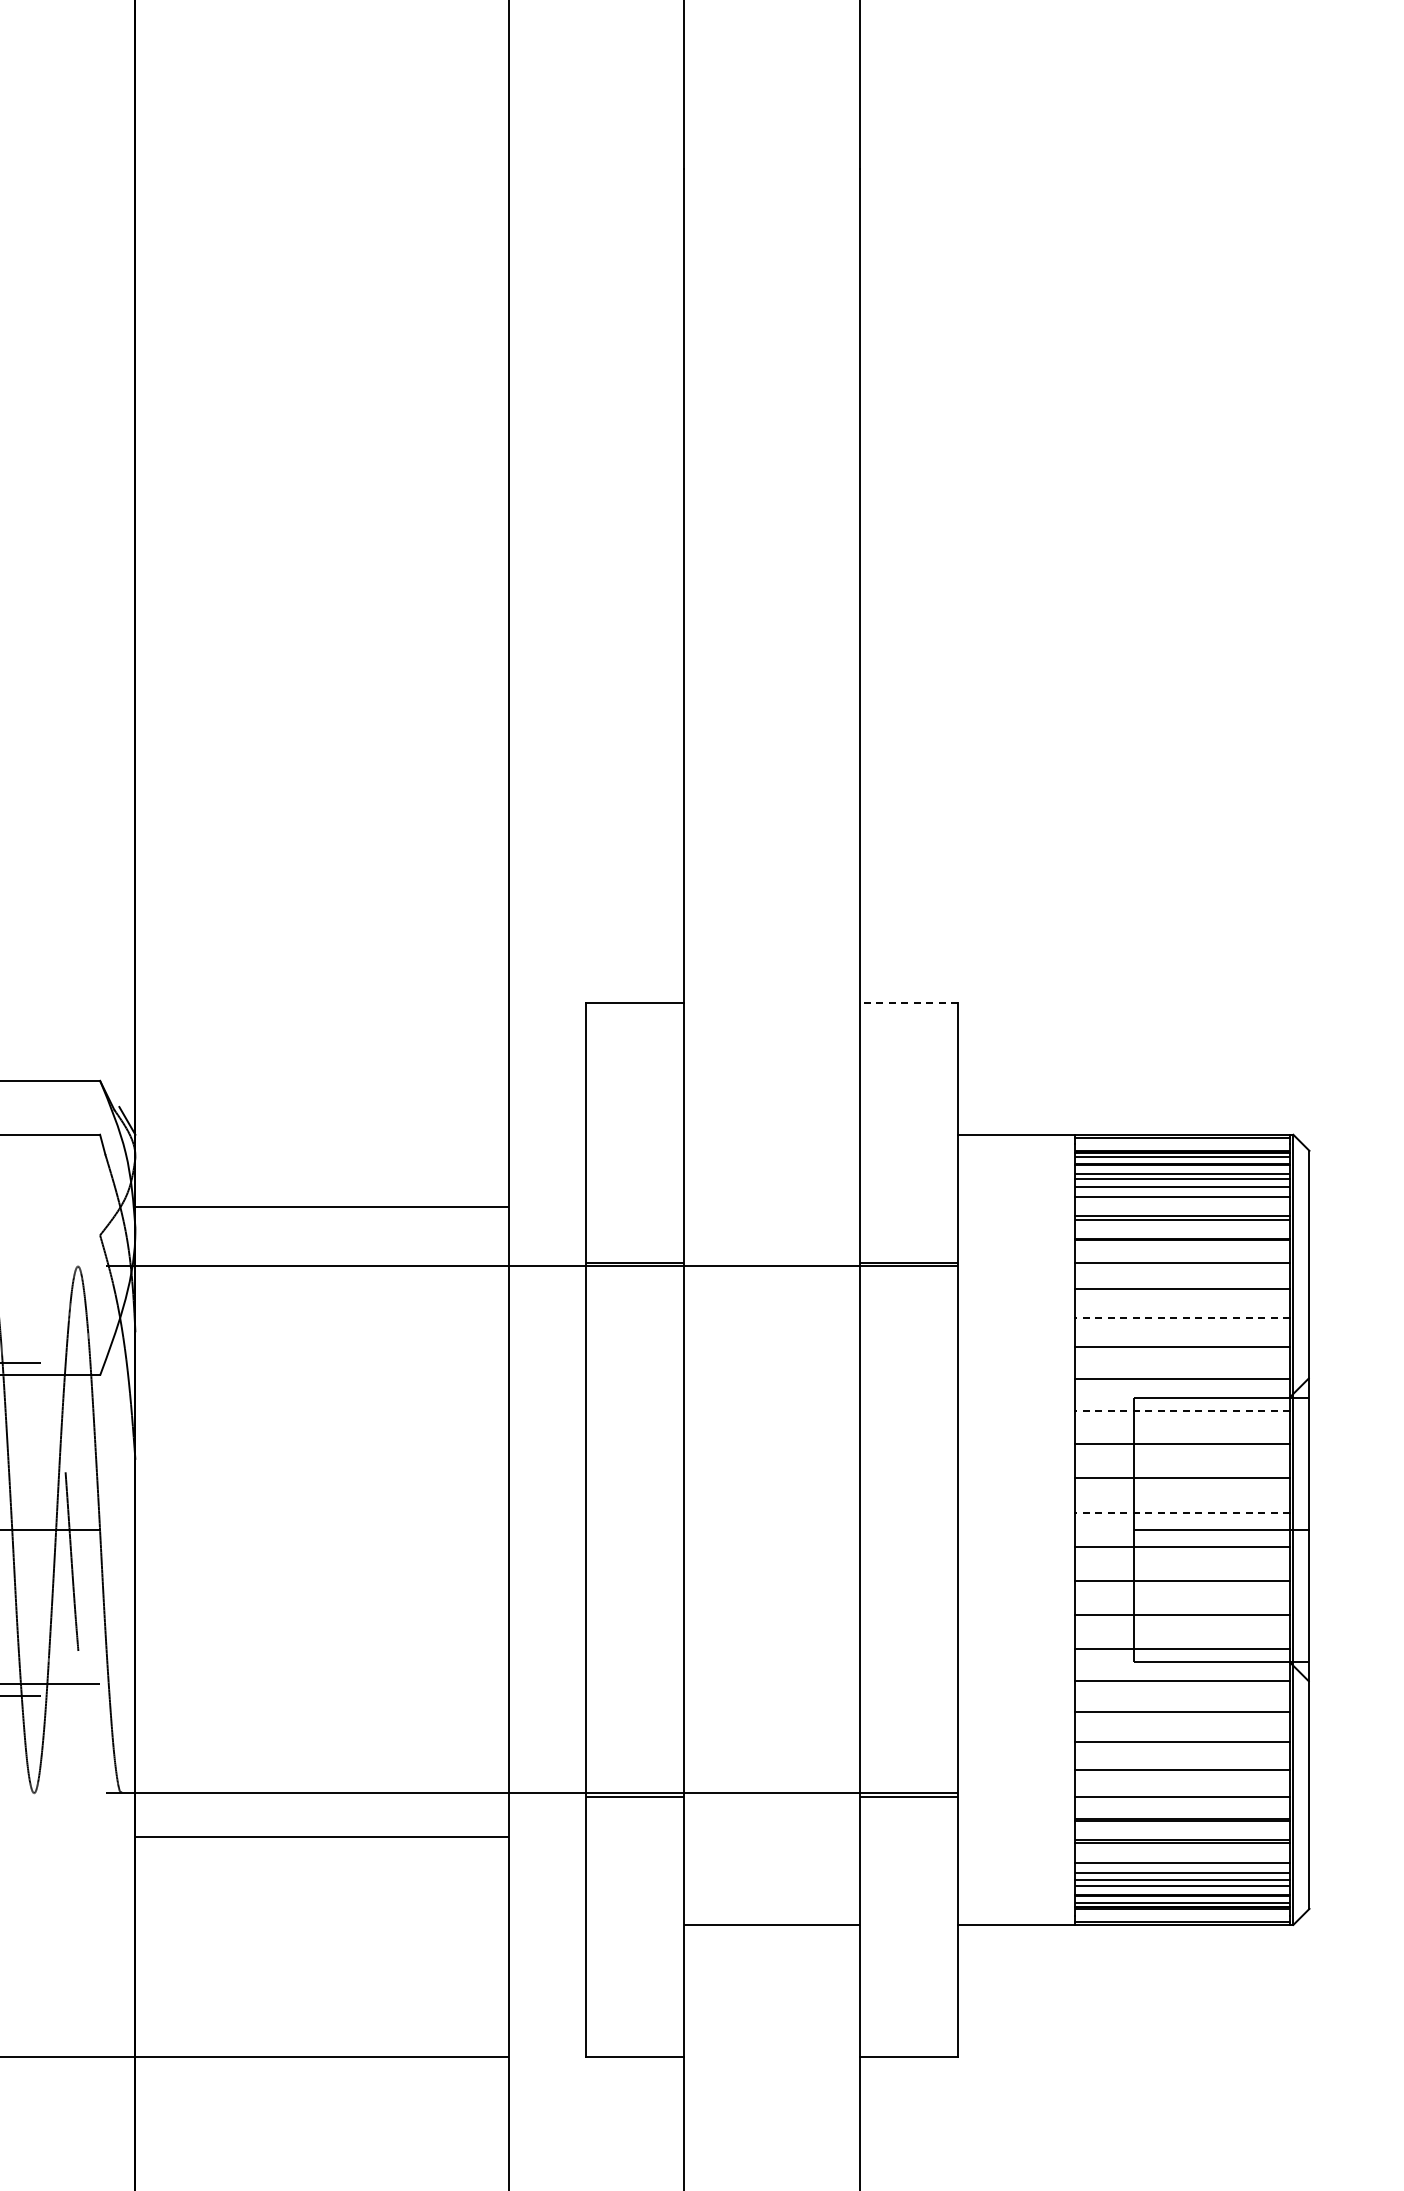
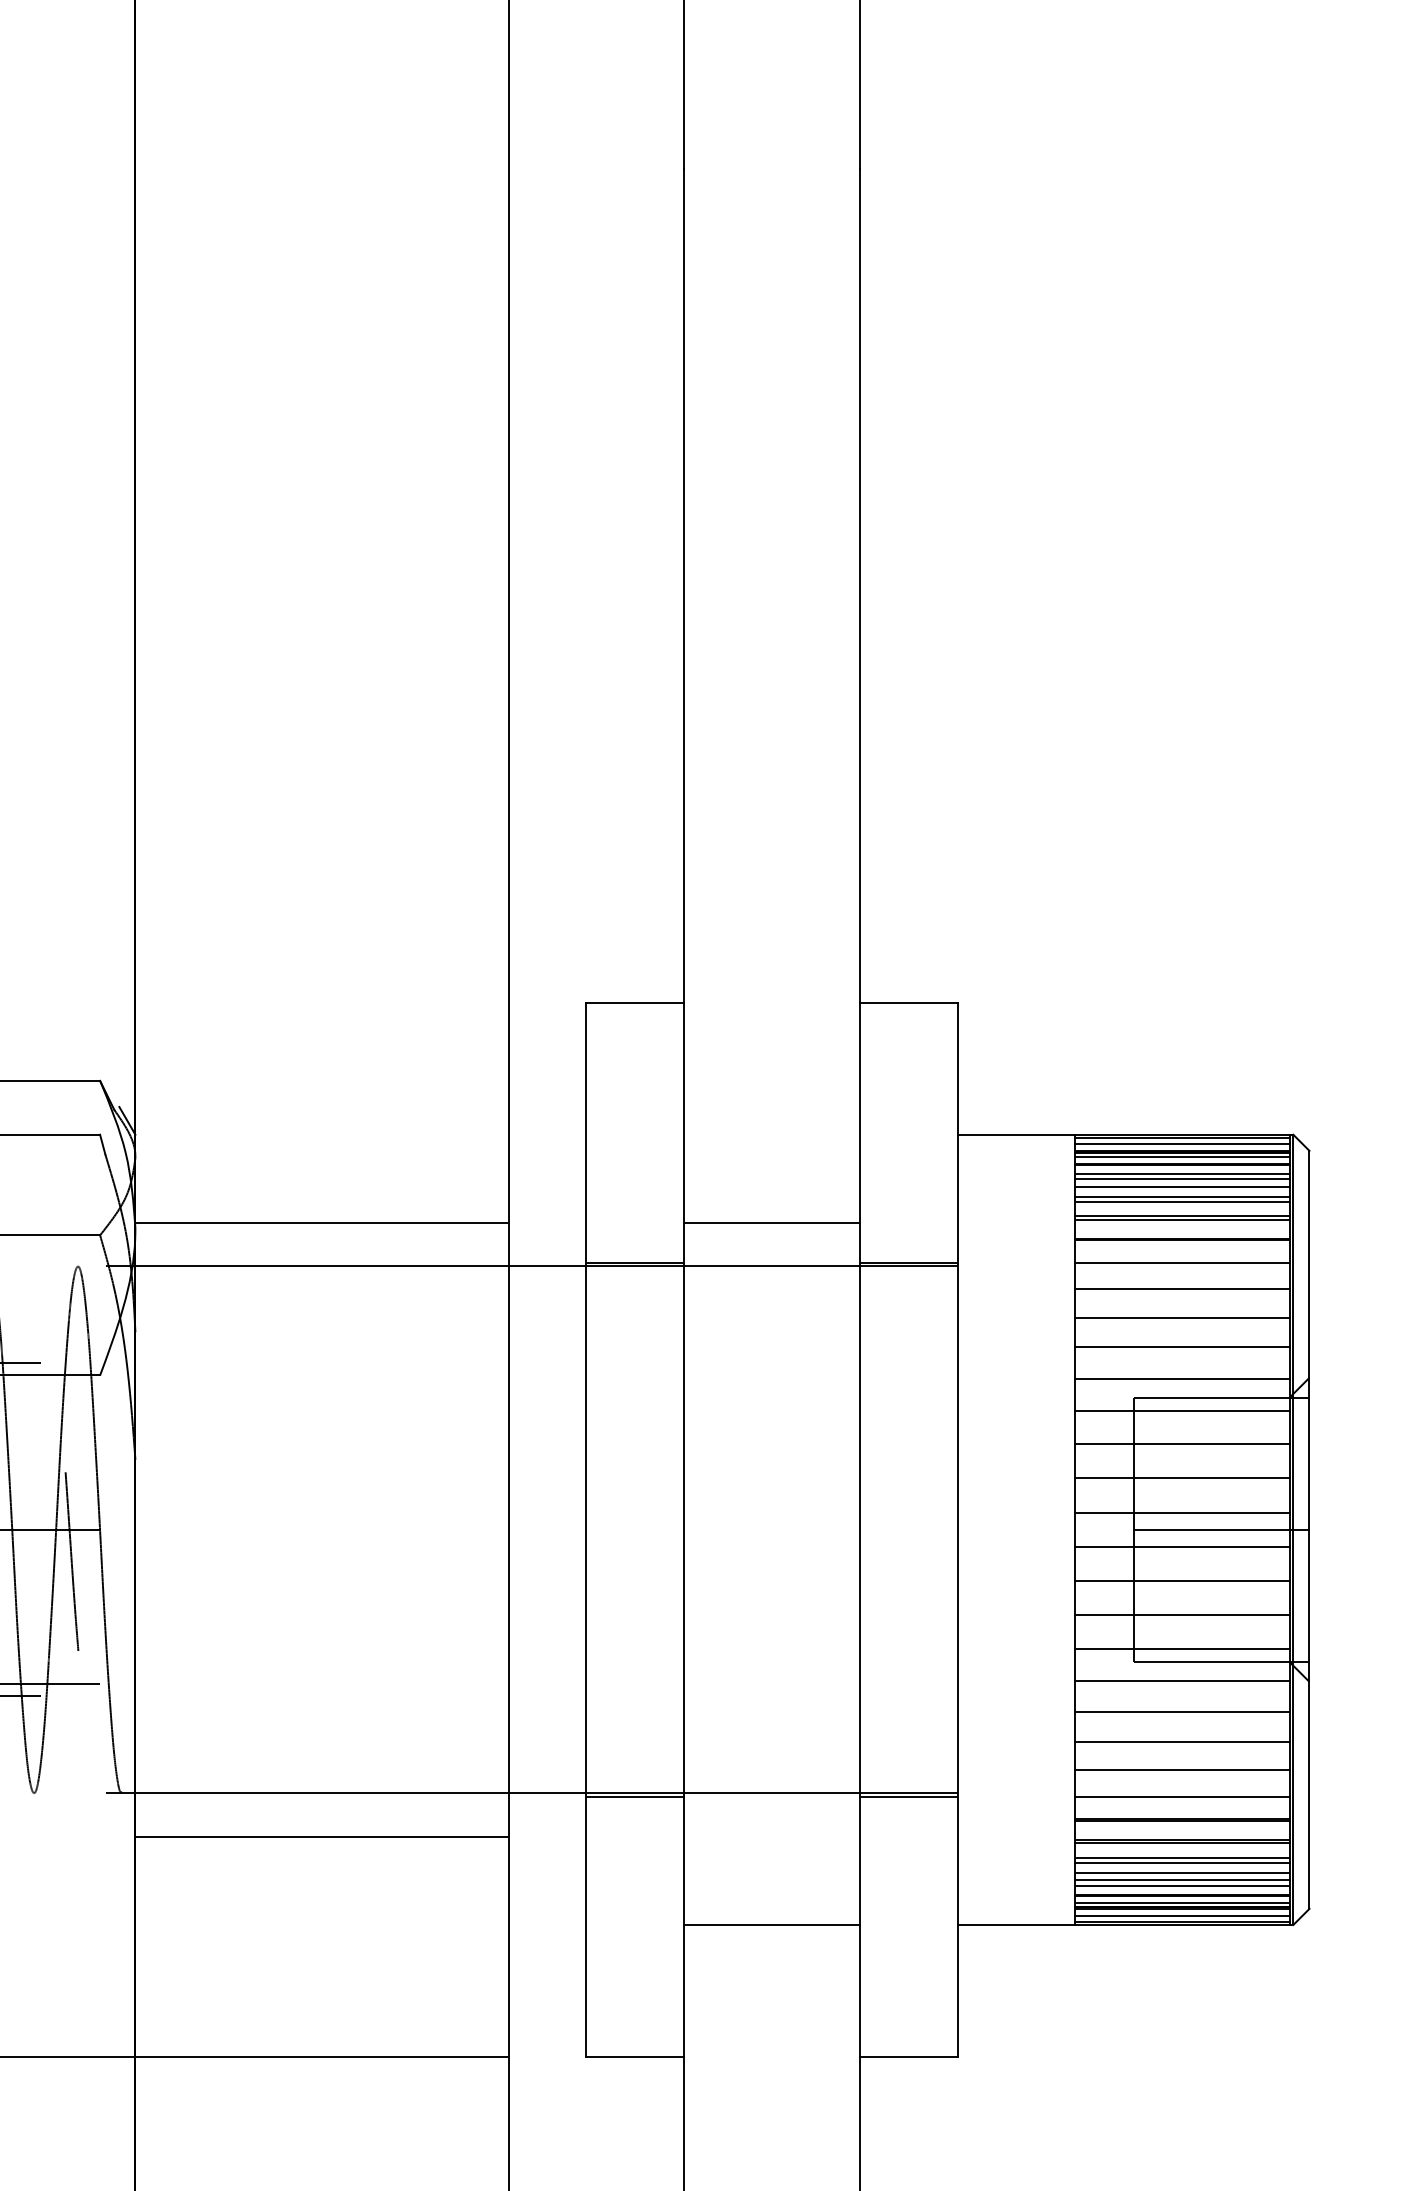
line at (908, 1003): dashed -> solid
line at (1182, 1144): none -> present
line at (1182, 1202): none -> present
line at (321, 1206) position: (321, 1206) -> (321, 1222)
line at (771, 1222): none -> present
line at (51, 1235): none -> present
line at (1182, 1317): dashed -> solid
line at (1182, 1411): dashed -> solid
line at (1182, 1512): dashed -> solid
line at (1182, 1857): none -> present
line at (1182, 1915): none -> present
